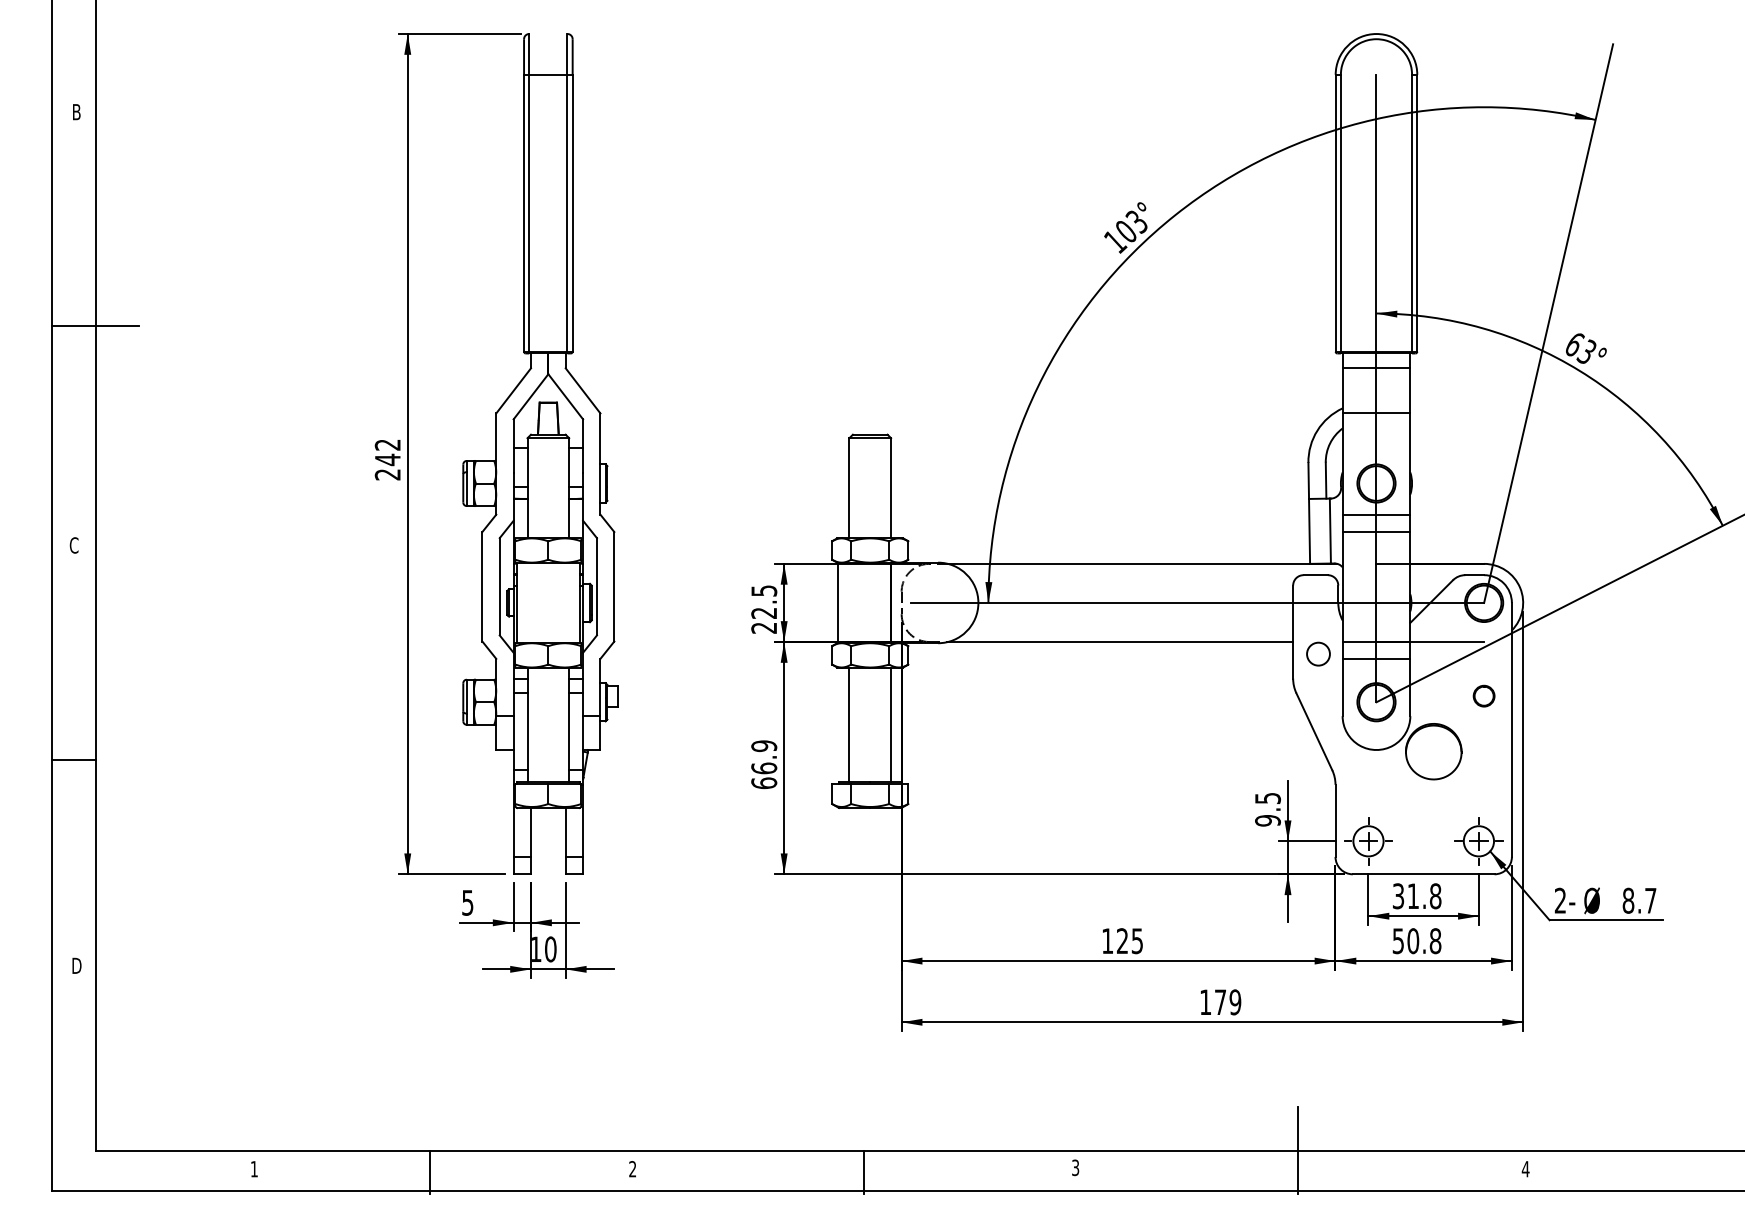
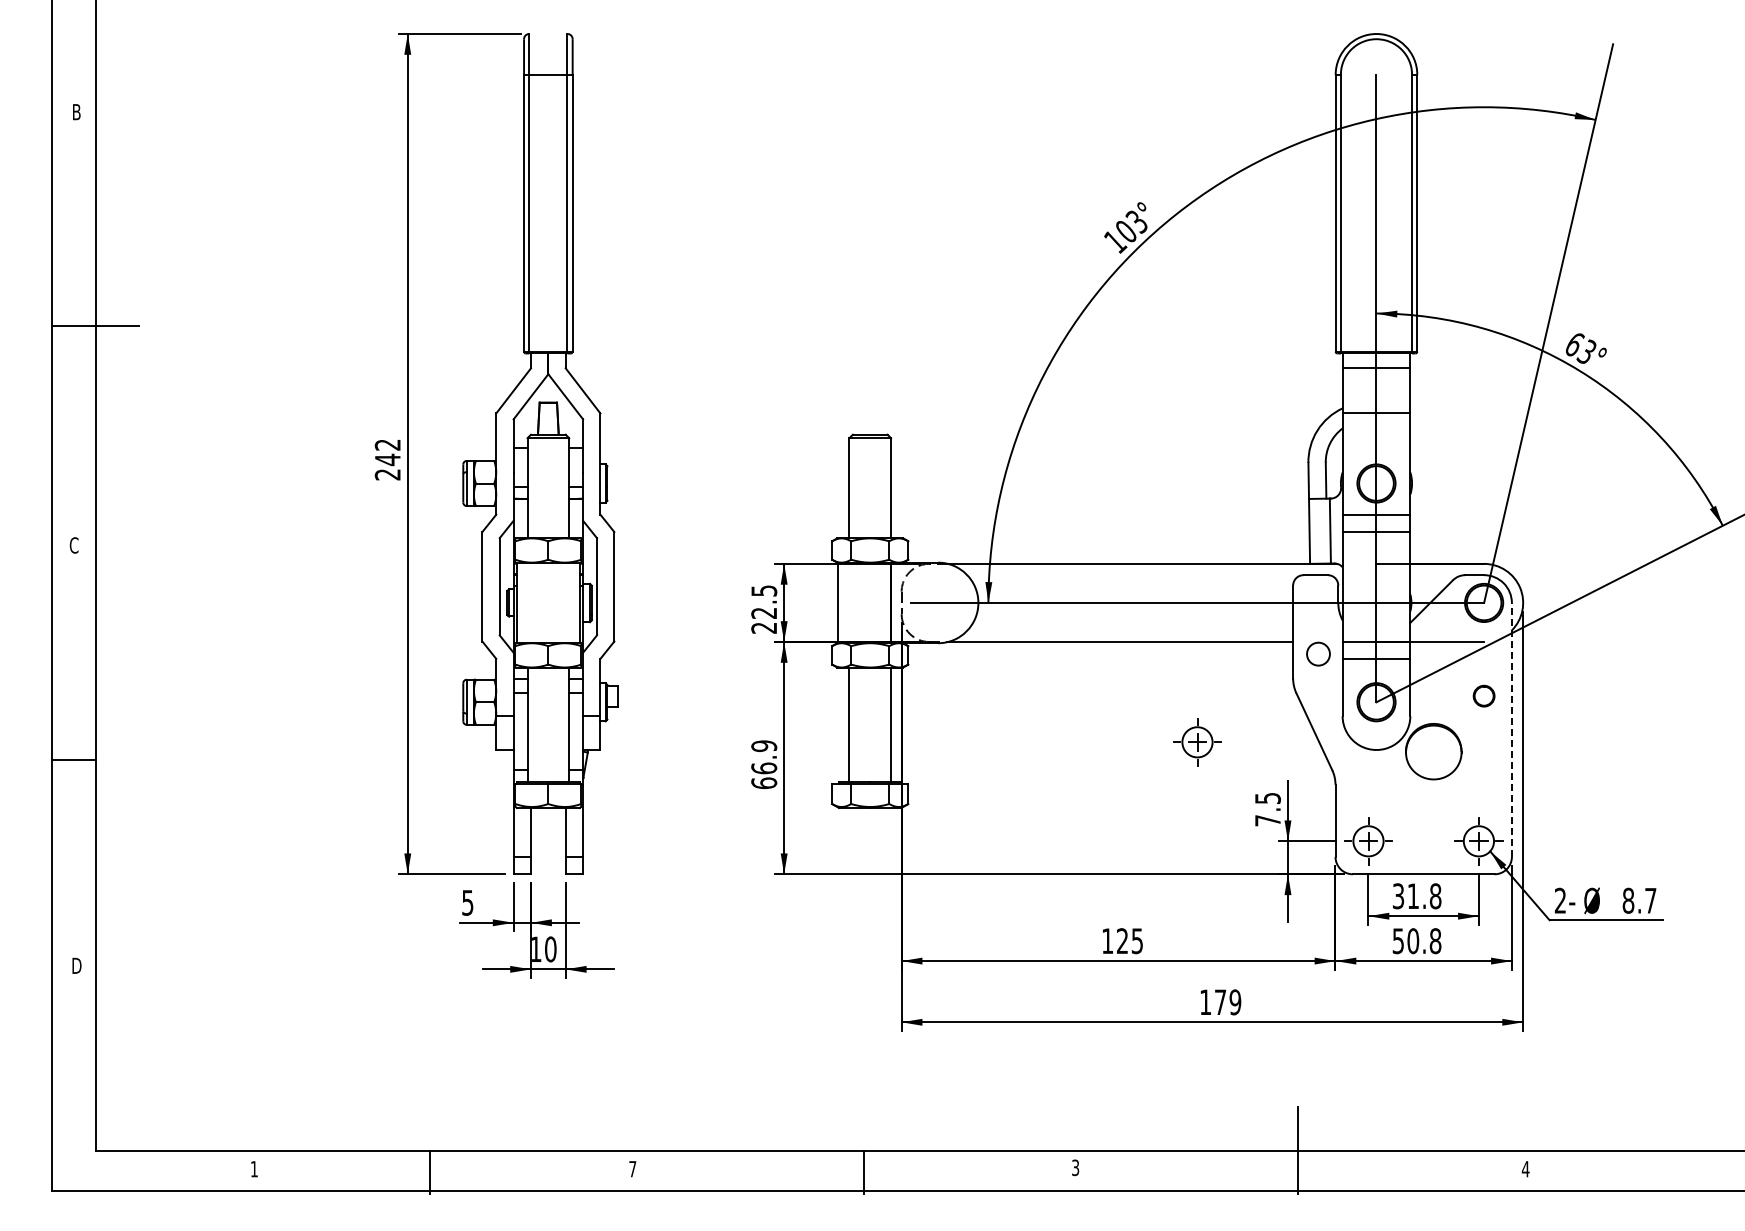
line at (1511, 729): solid -> dashed
part at (1197, 742): none -> present
text at (1267, 820): 9.5 -> 7.5
text at (632, 1169): 2 -> 7
